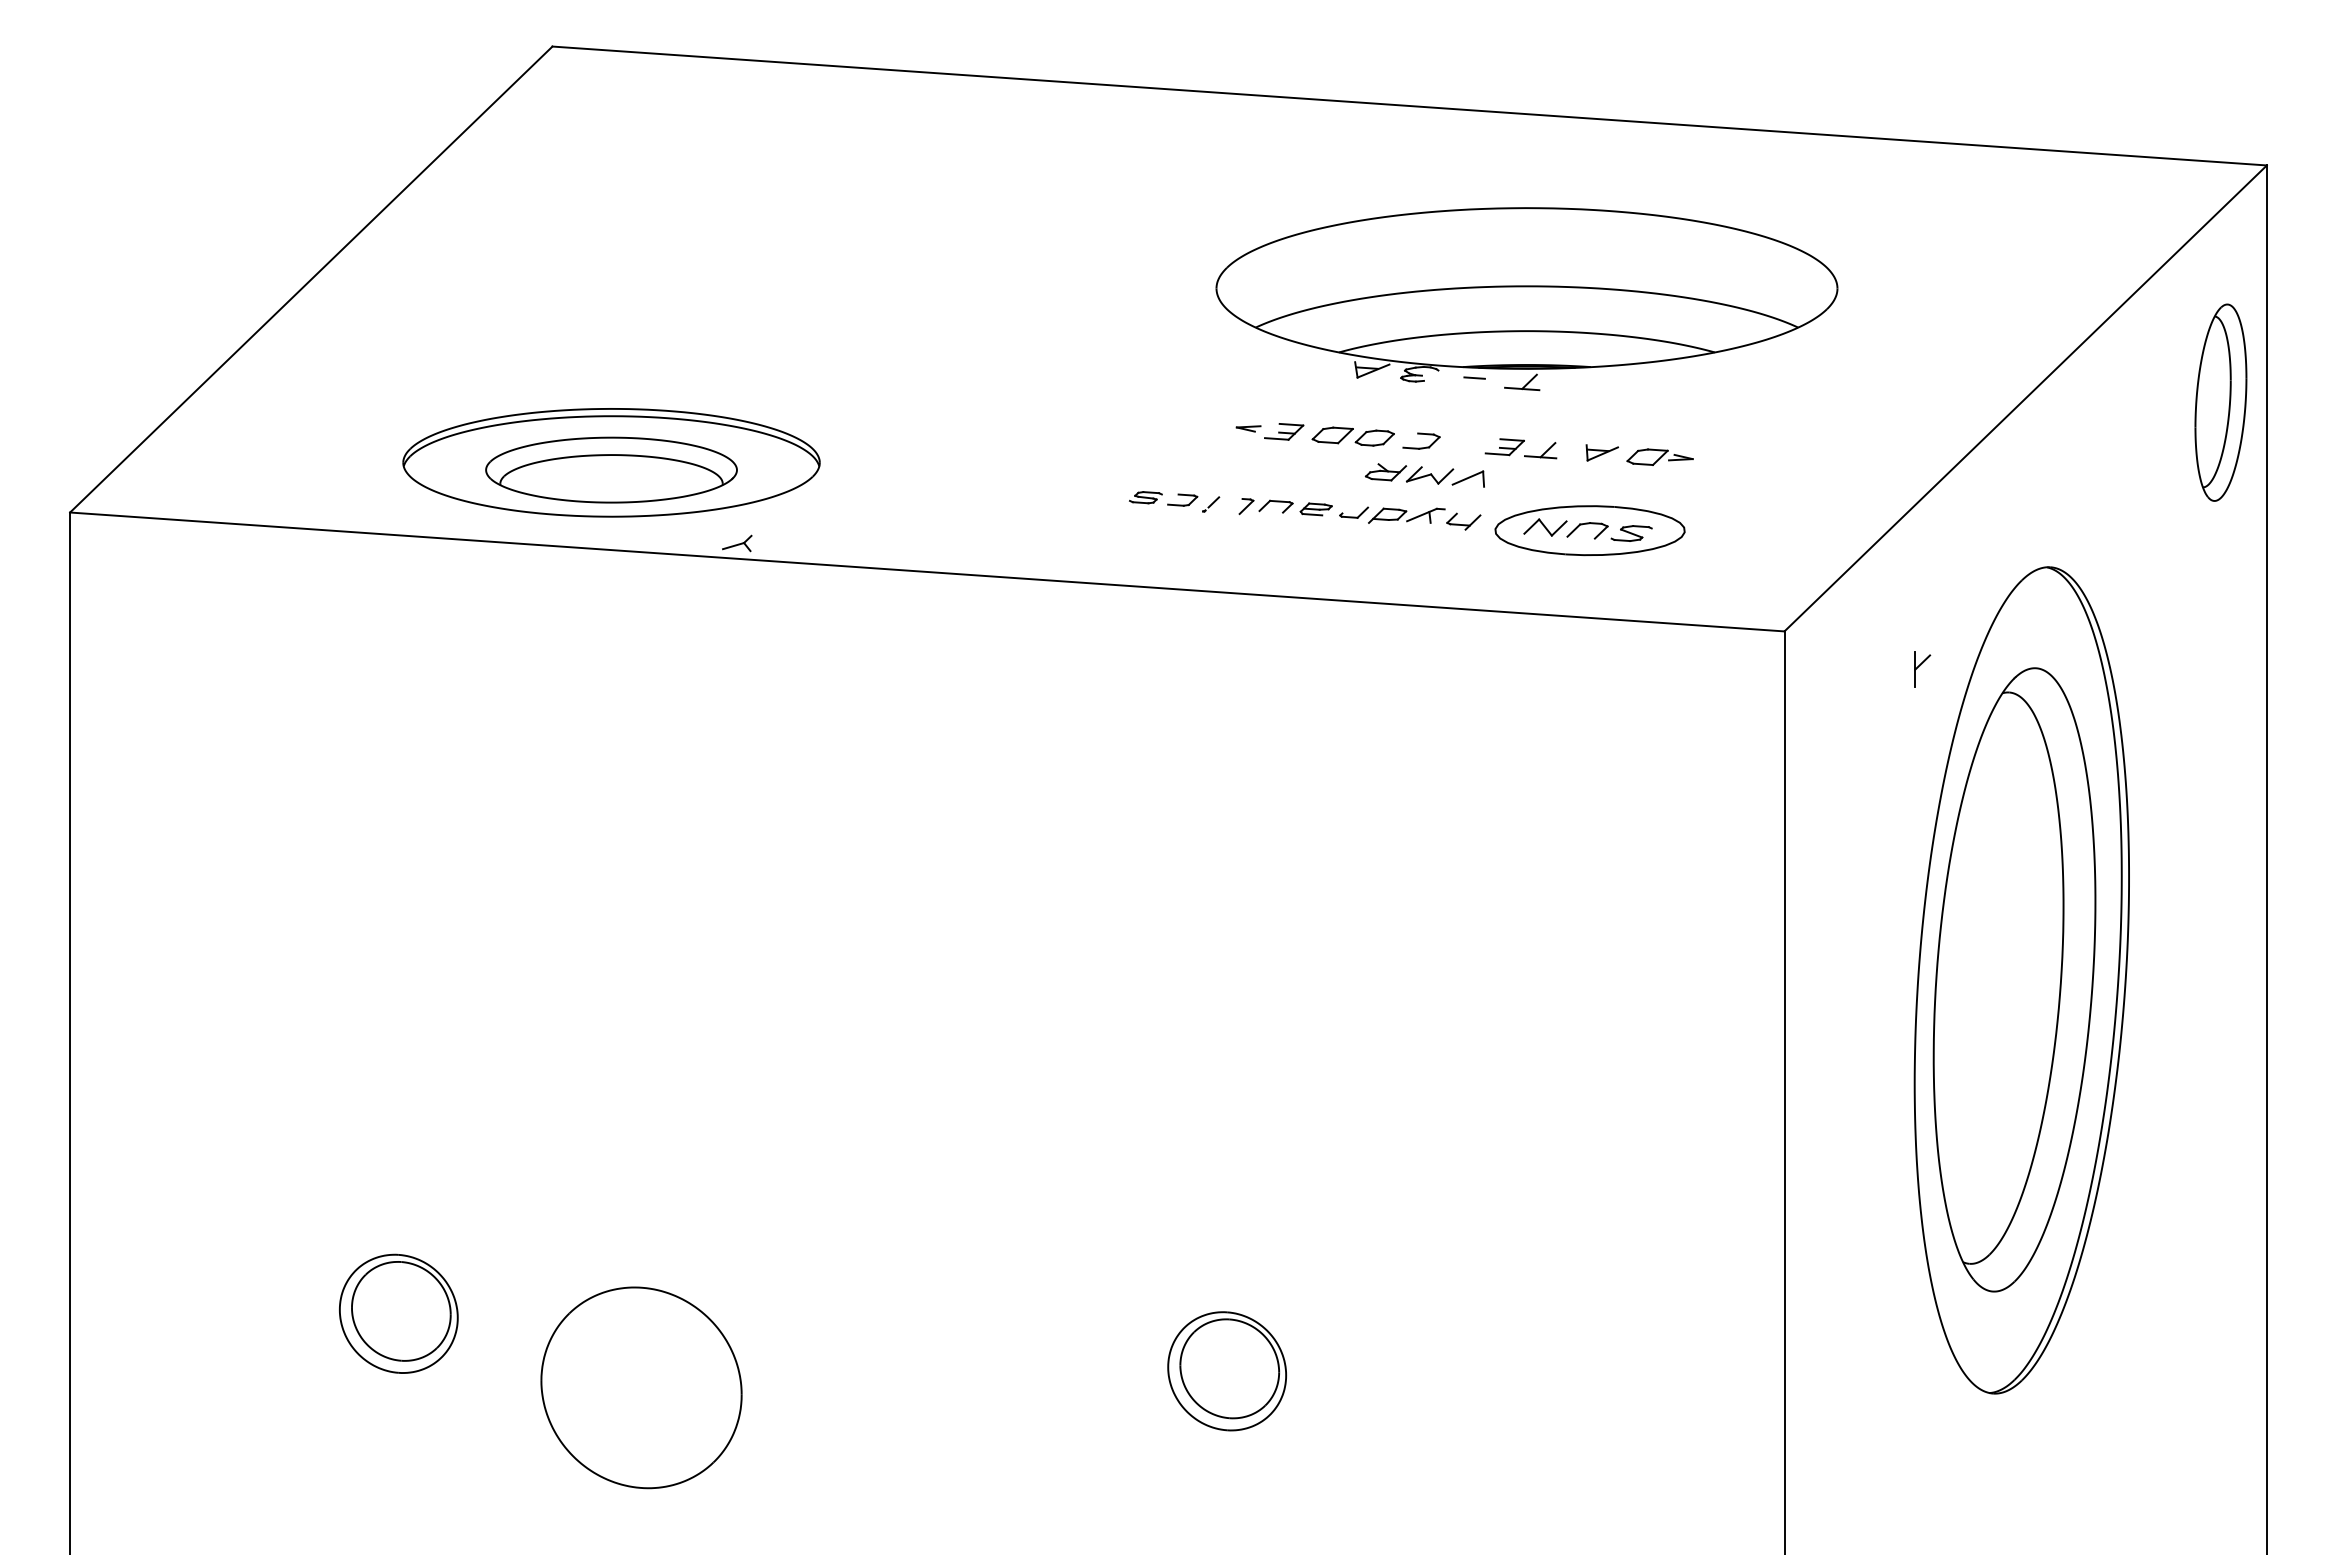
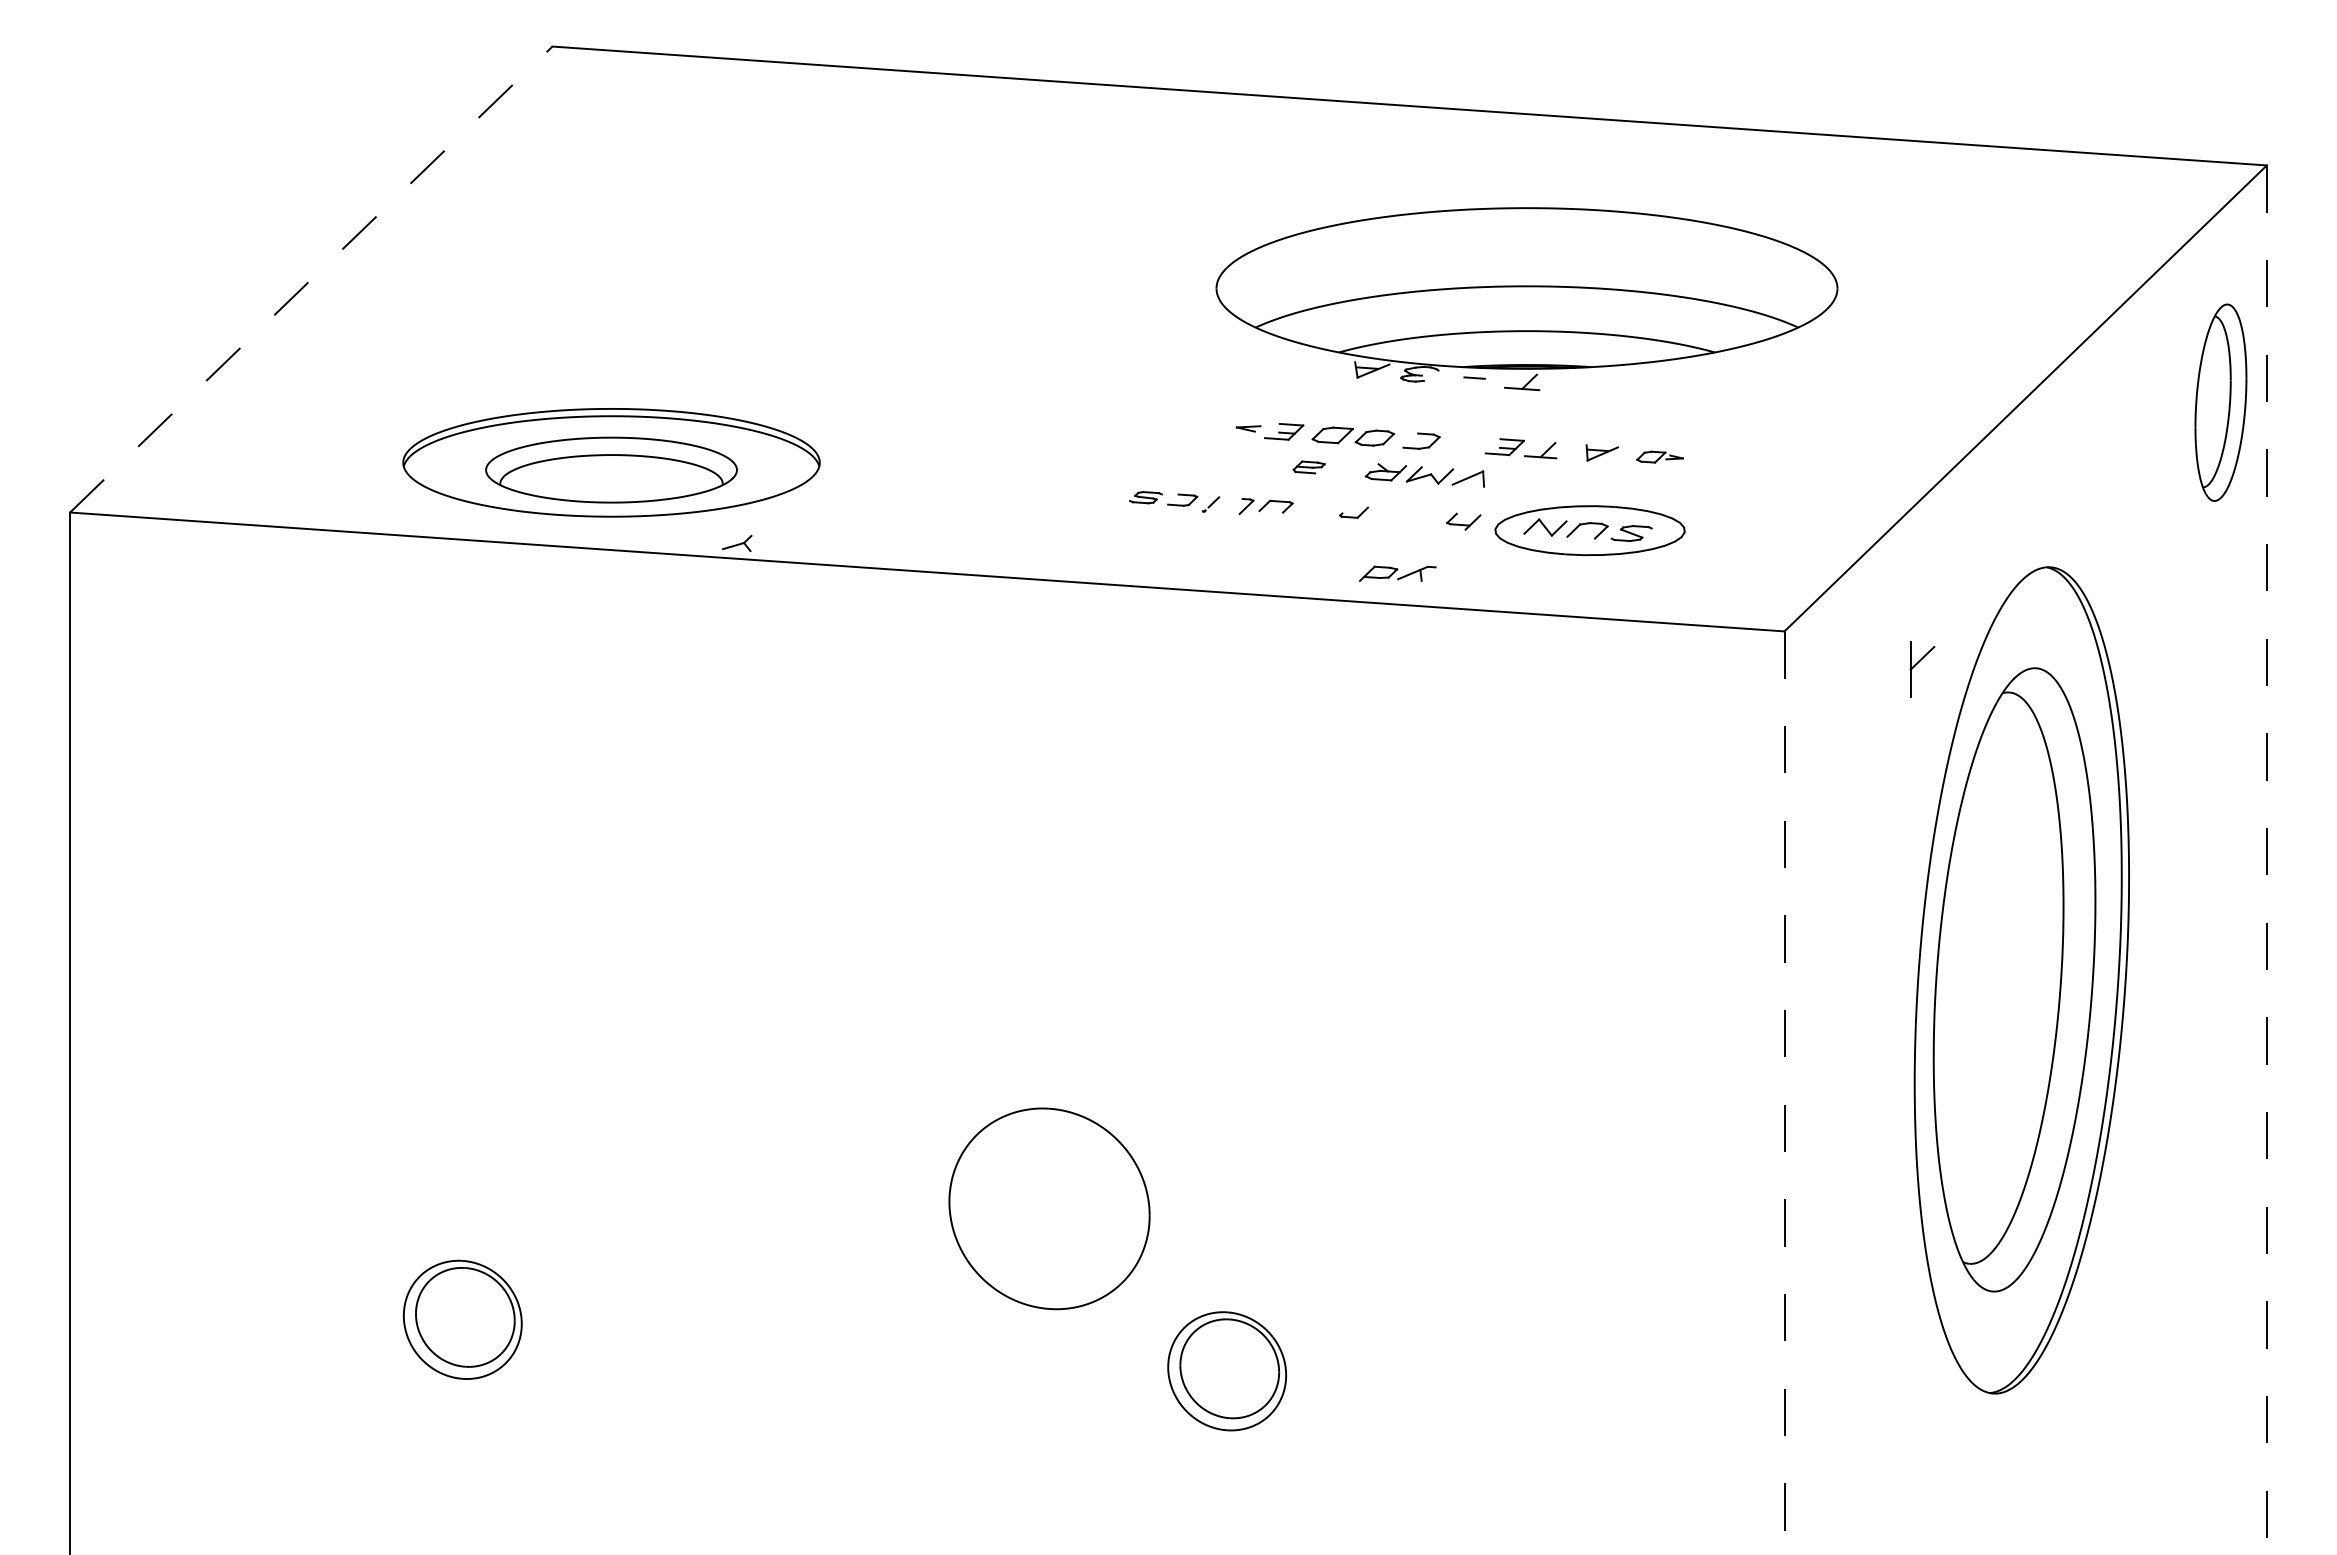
line at (311, 279): solid -> dashed
part at (1659, 456) size: 68x18 px -> 48x14 px
part at (1315, 509) position: (1315, 509) -> (1308, 467)
part at (1406, 515) position: (1406, 515) -> (1397, 573)
part at (1922, 669) size: 18x37 px -> 27x57 px
line at (2266, 860): solid -> dashed
line at (1784, 1093): solid -> dashed
part at (398, 1313) position: (398, 1313) -> (462, 1319)
part at (641, 1387) position: (641, 1387) -> (1049, 1208)
